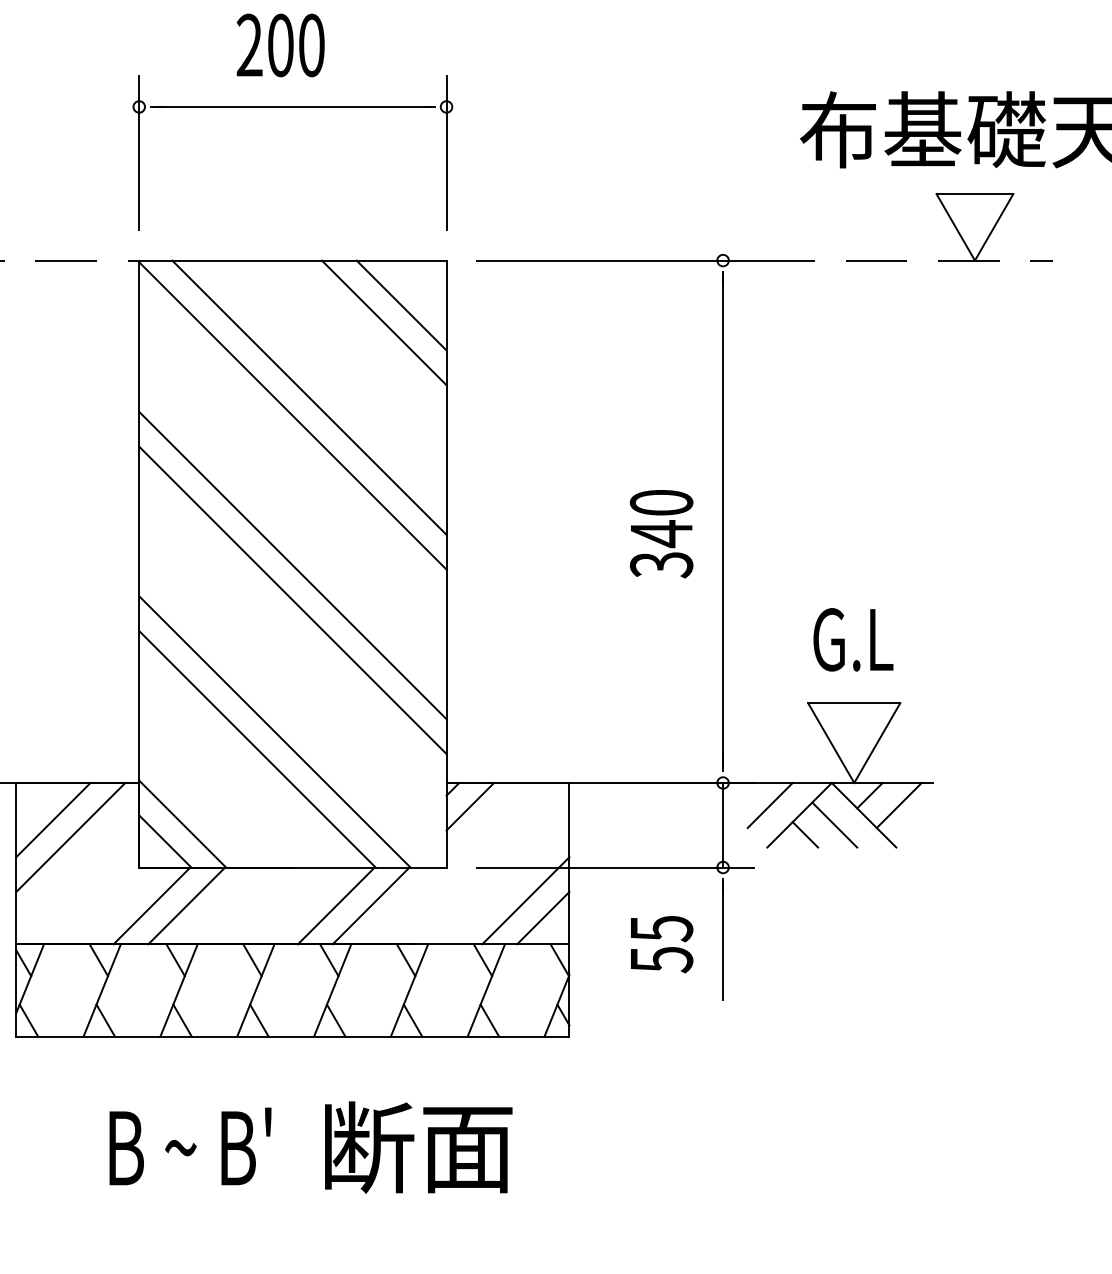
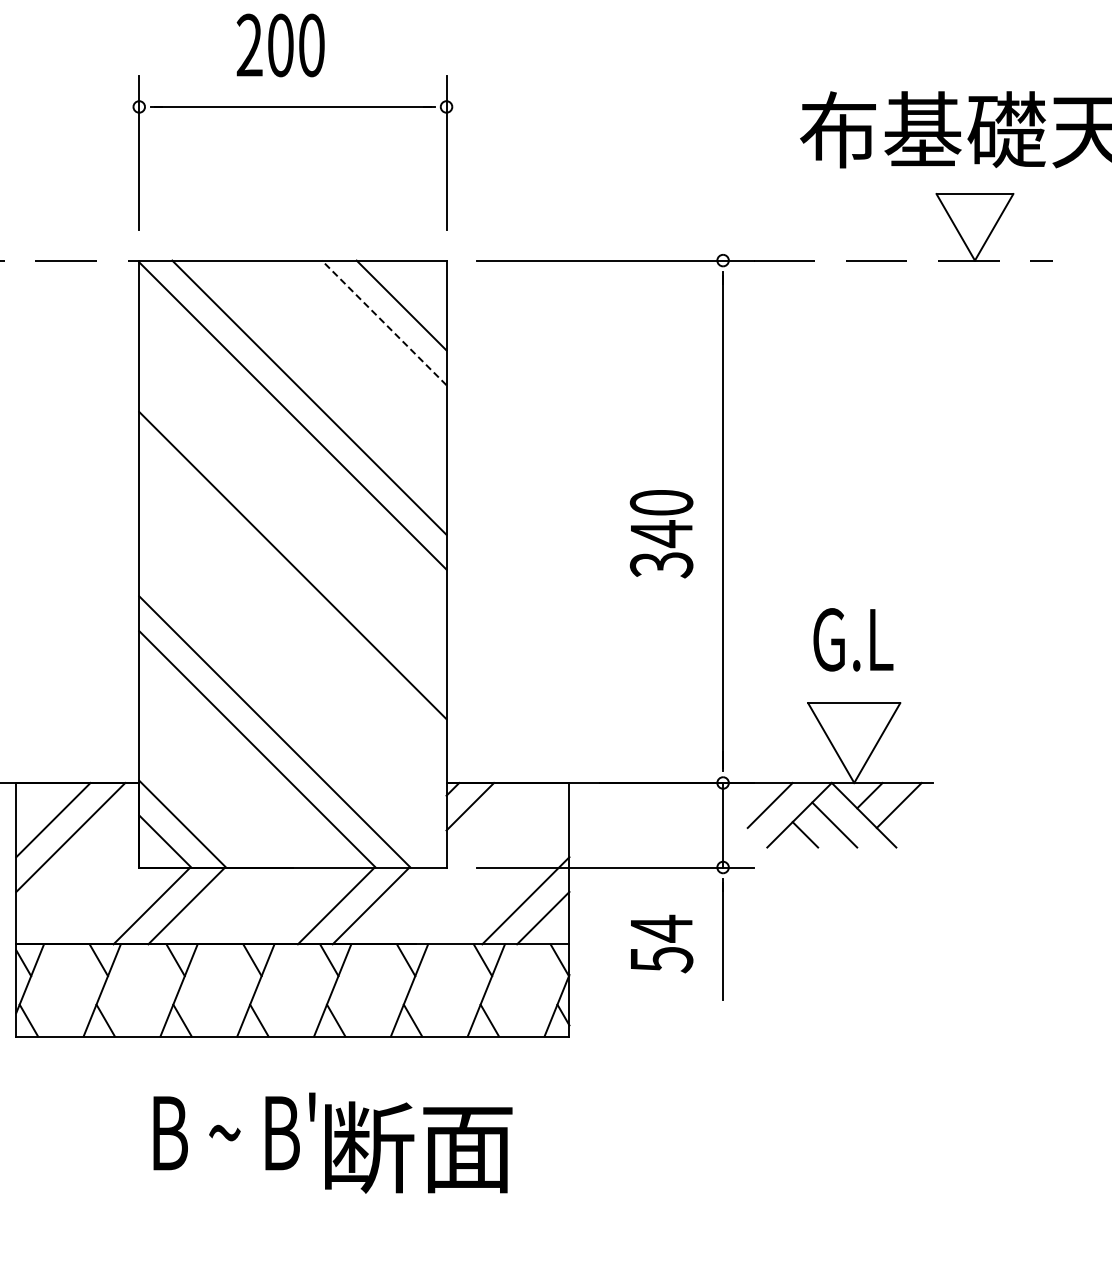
line at (383, 322): solid -> dashed
line at (292, 599): present -> none
text at (662, 928): 55 -> 54
text at (190, 1146) position: (190, 1146) -> (234, 1131)
